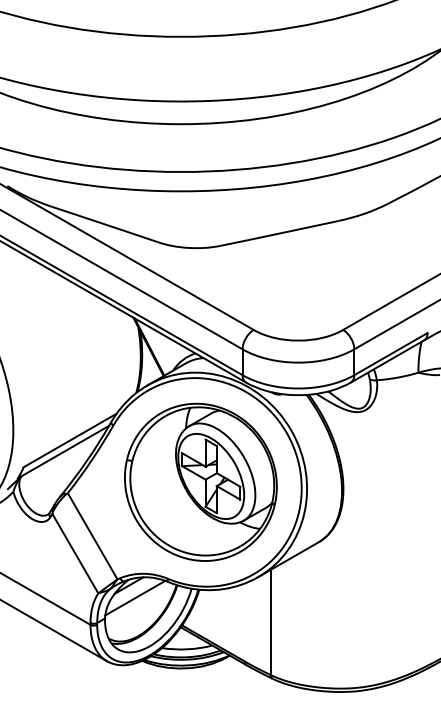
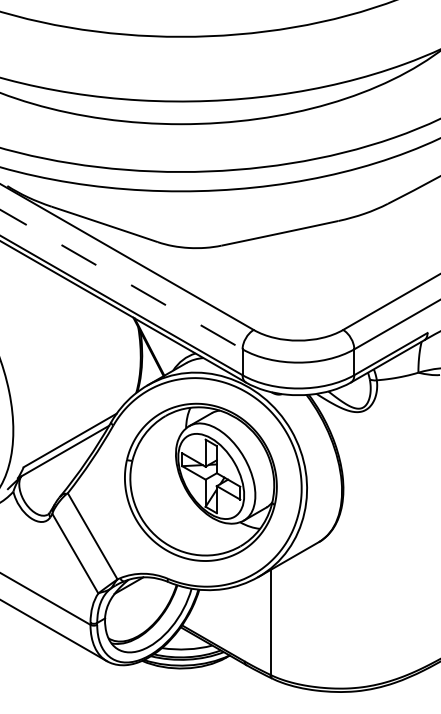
line at (121, 279): solid -> dashed
line at (135, 597): present -> none
